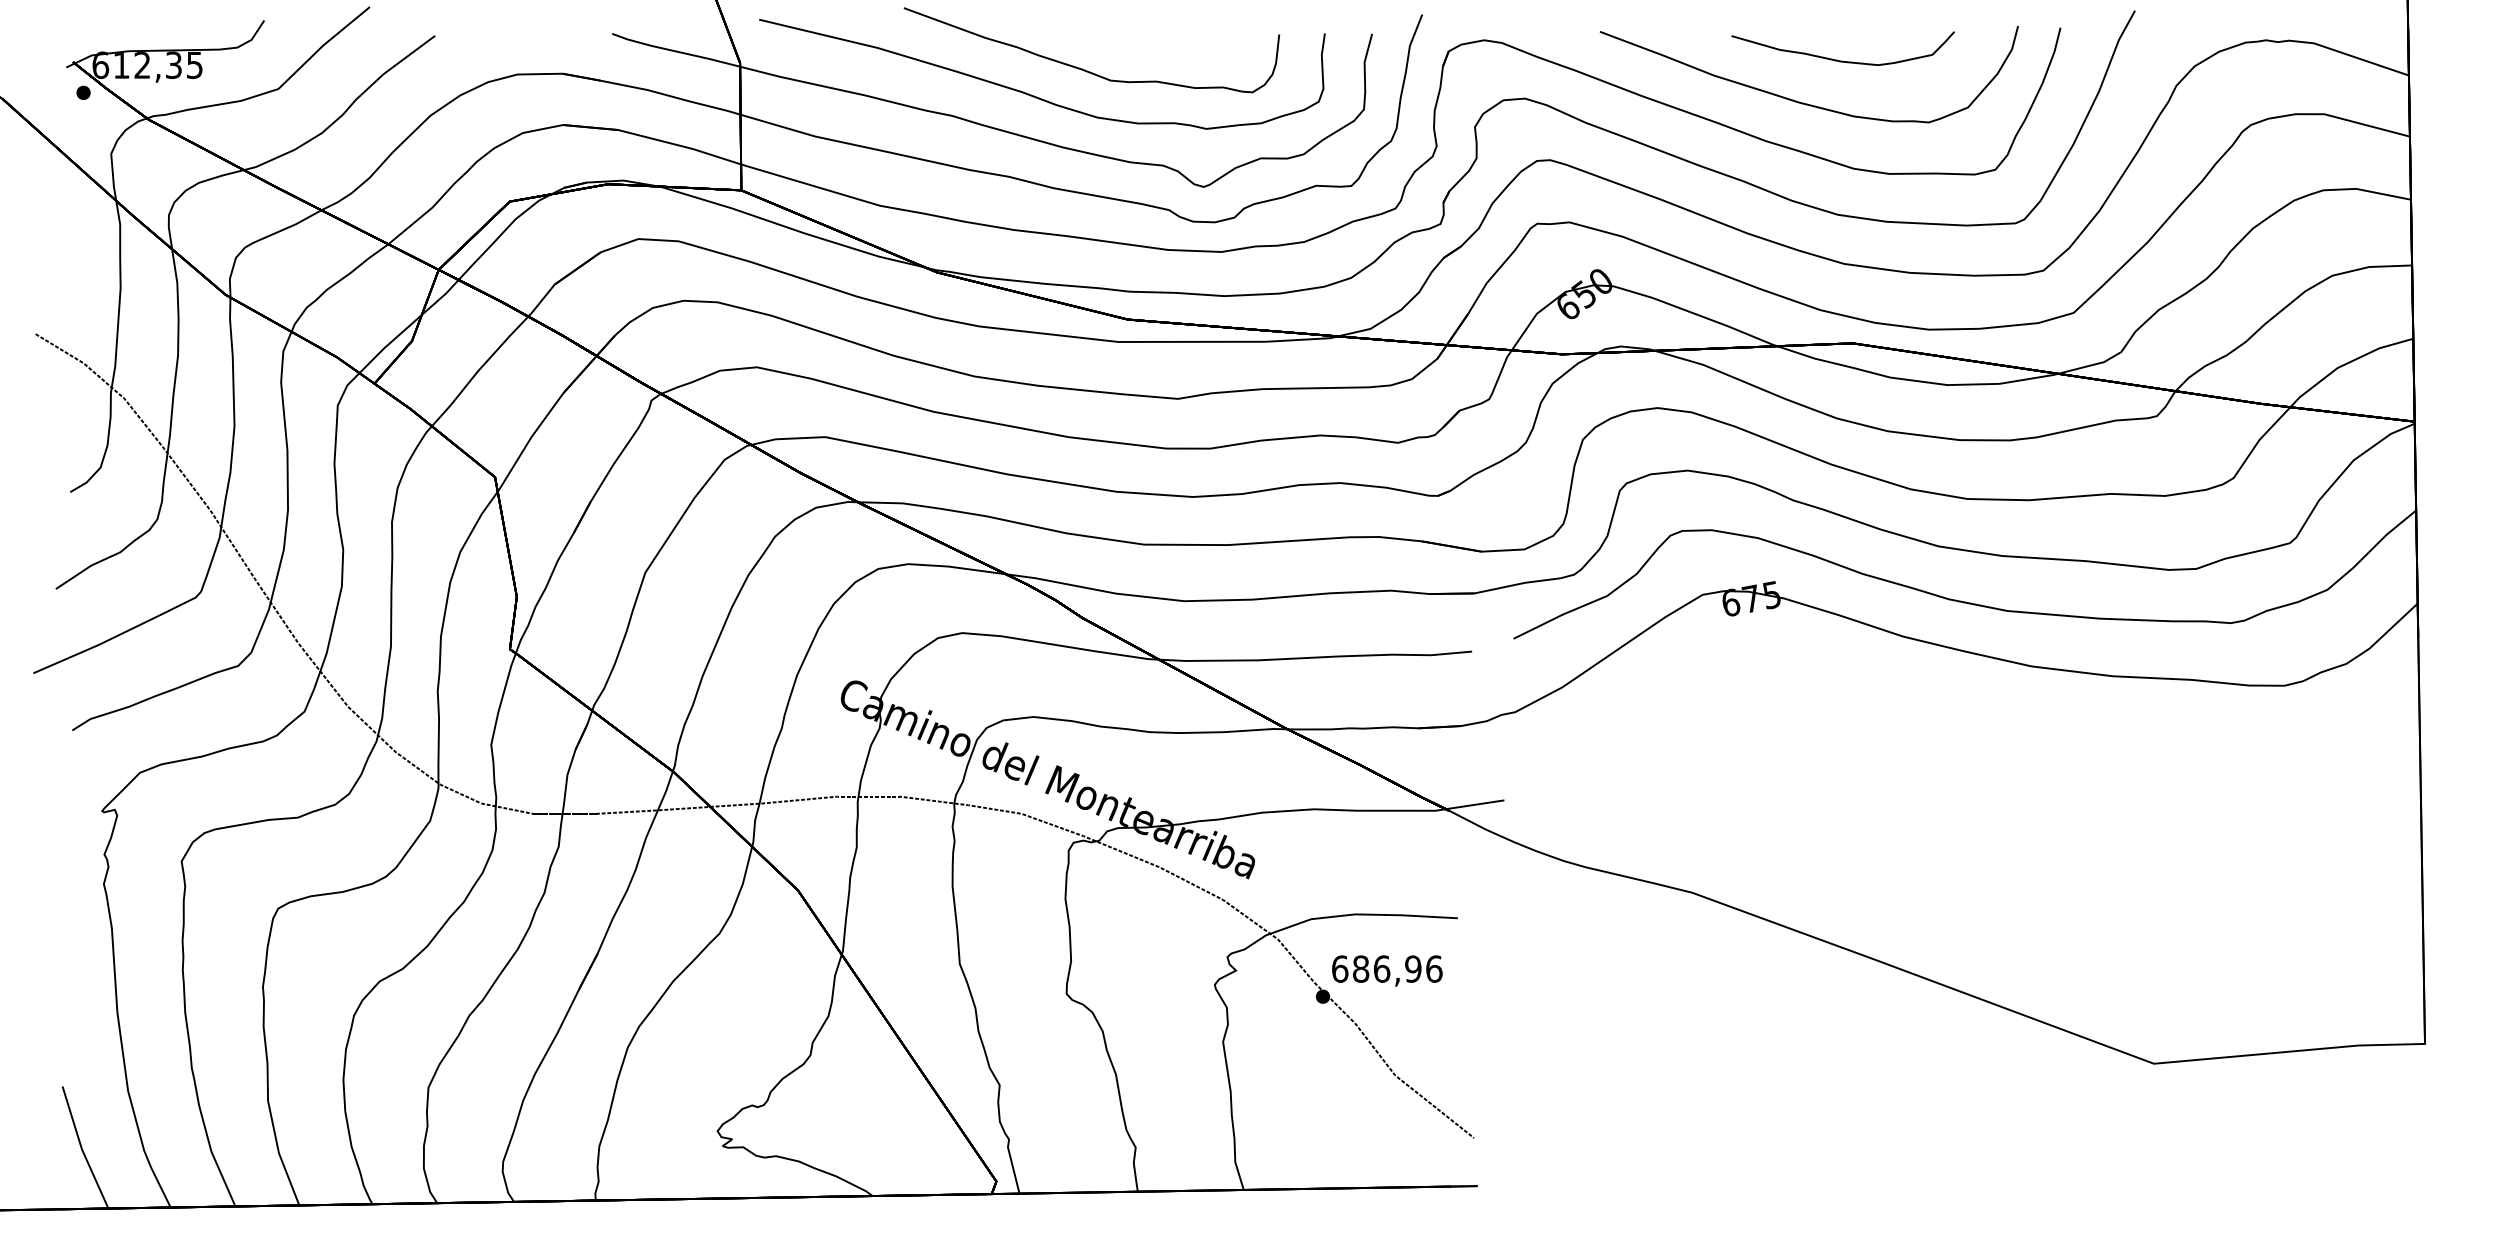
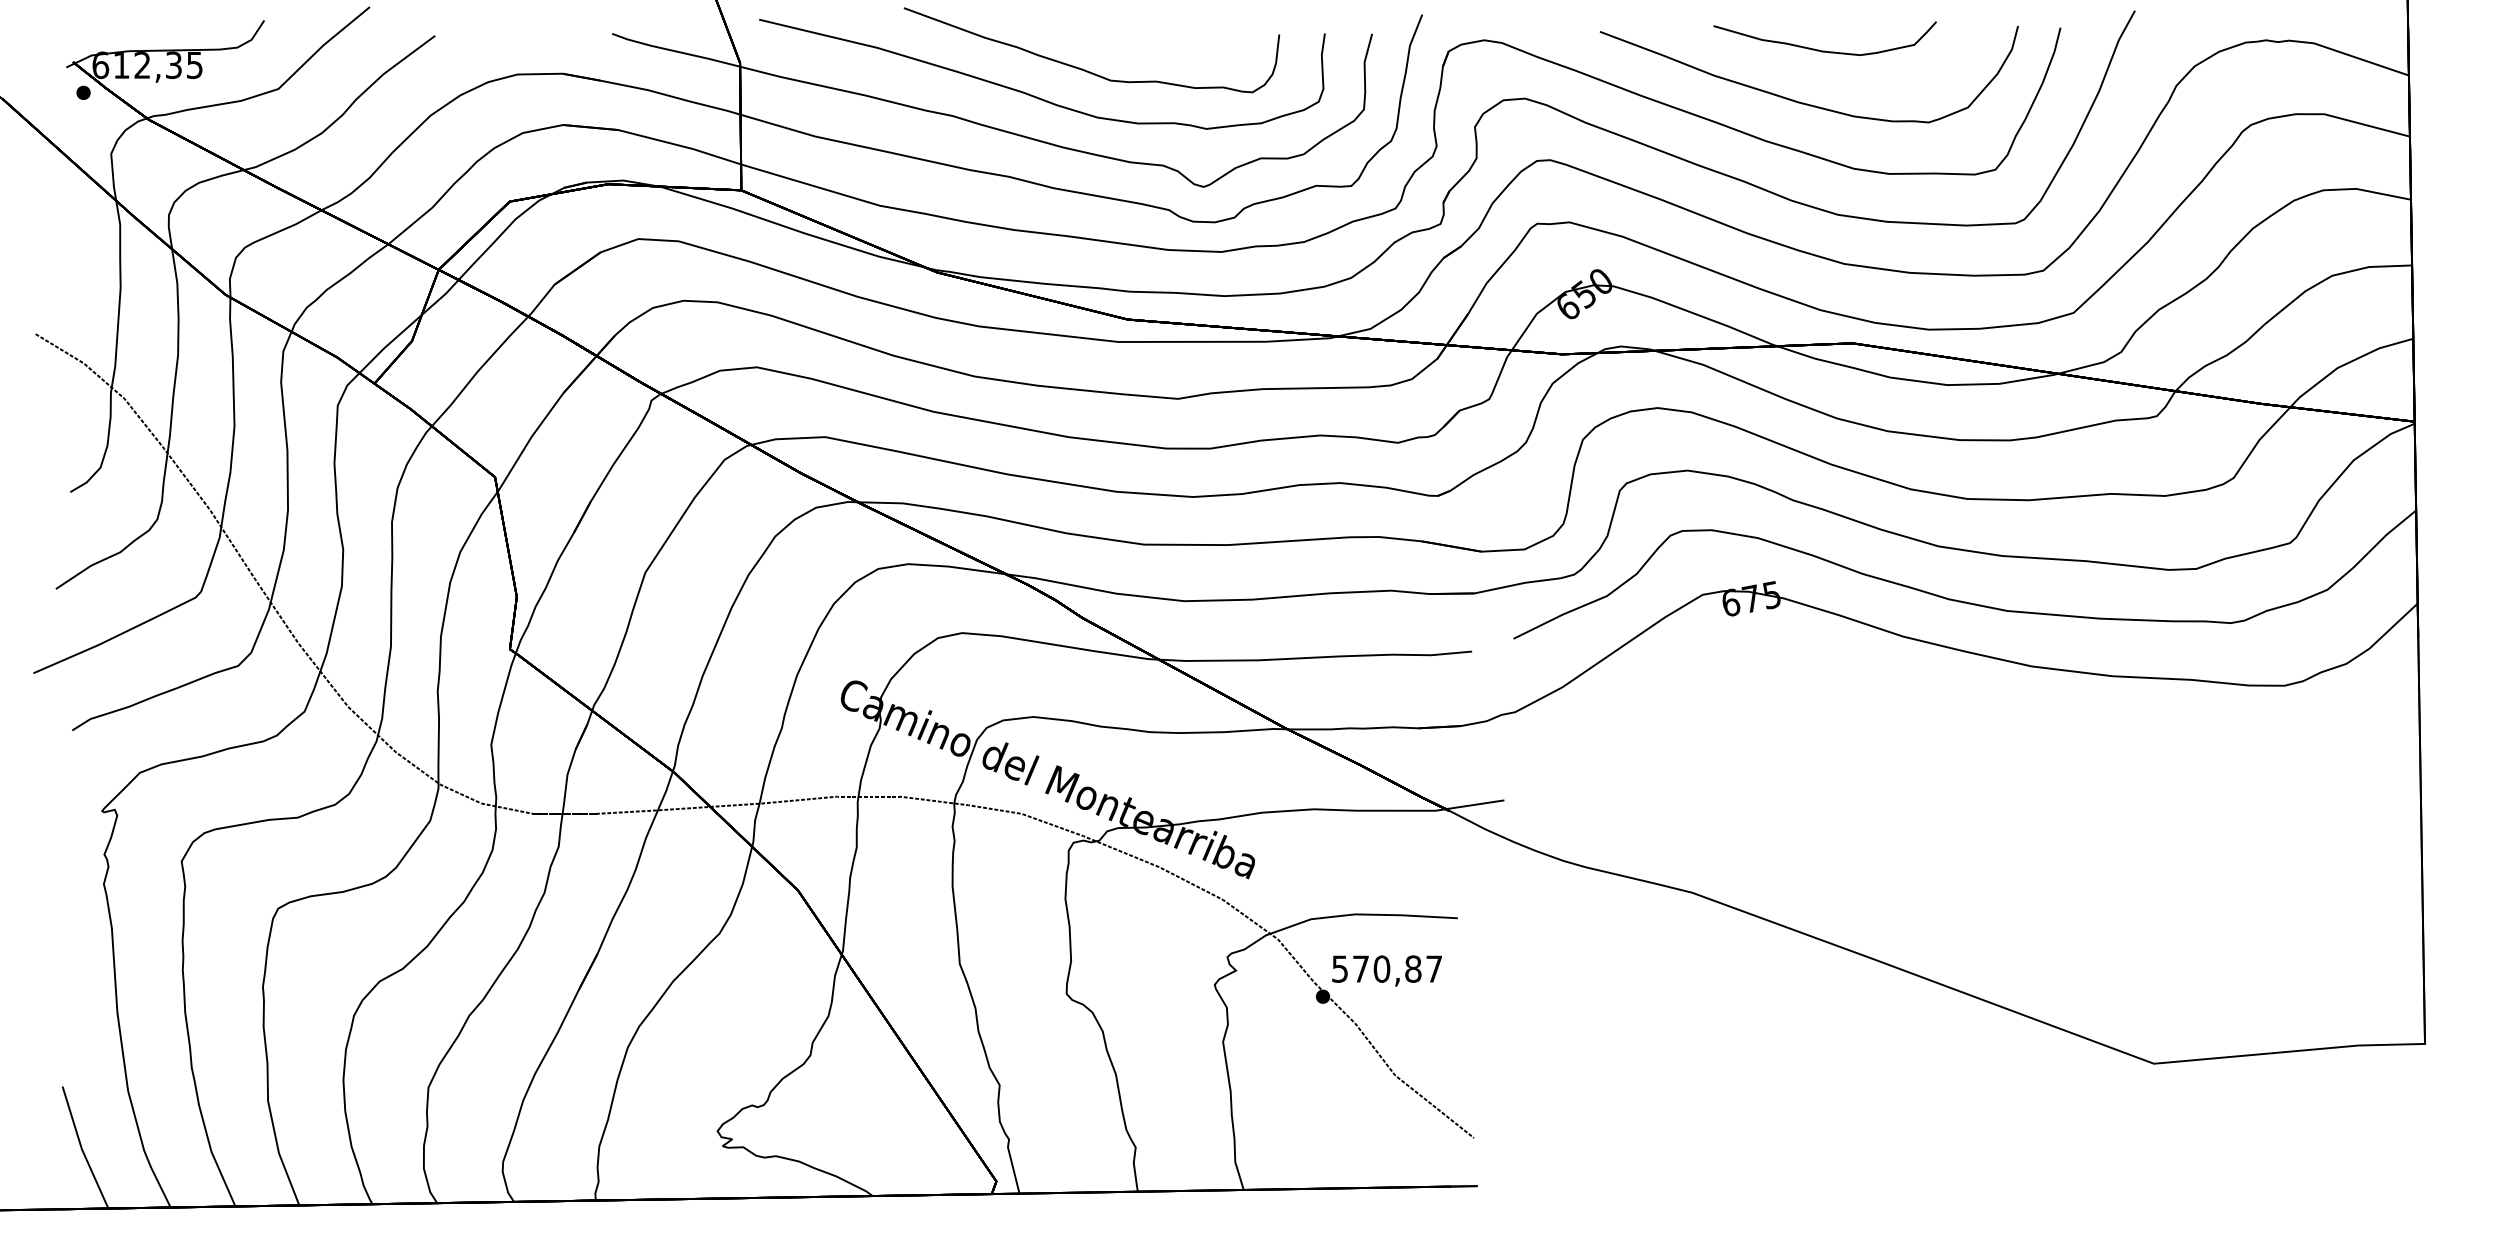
curve at (1842, 60) position: (1842, 60) -> (1824, 50)
text at (1387, 968): 686,96 -> 570,87
